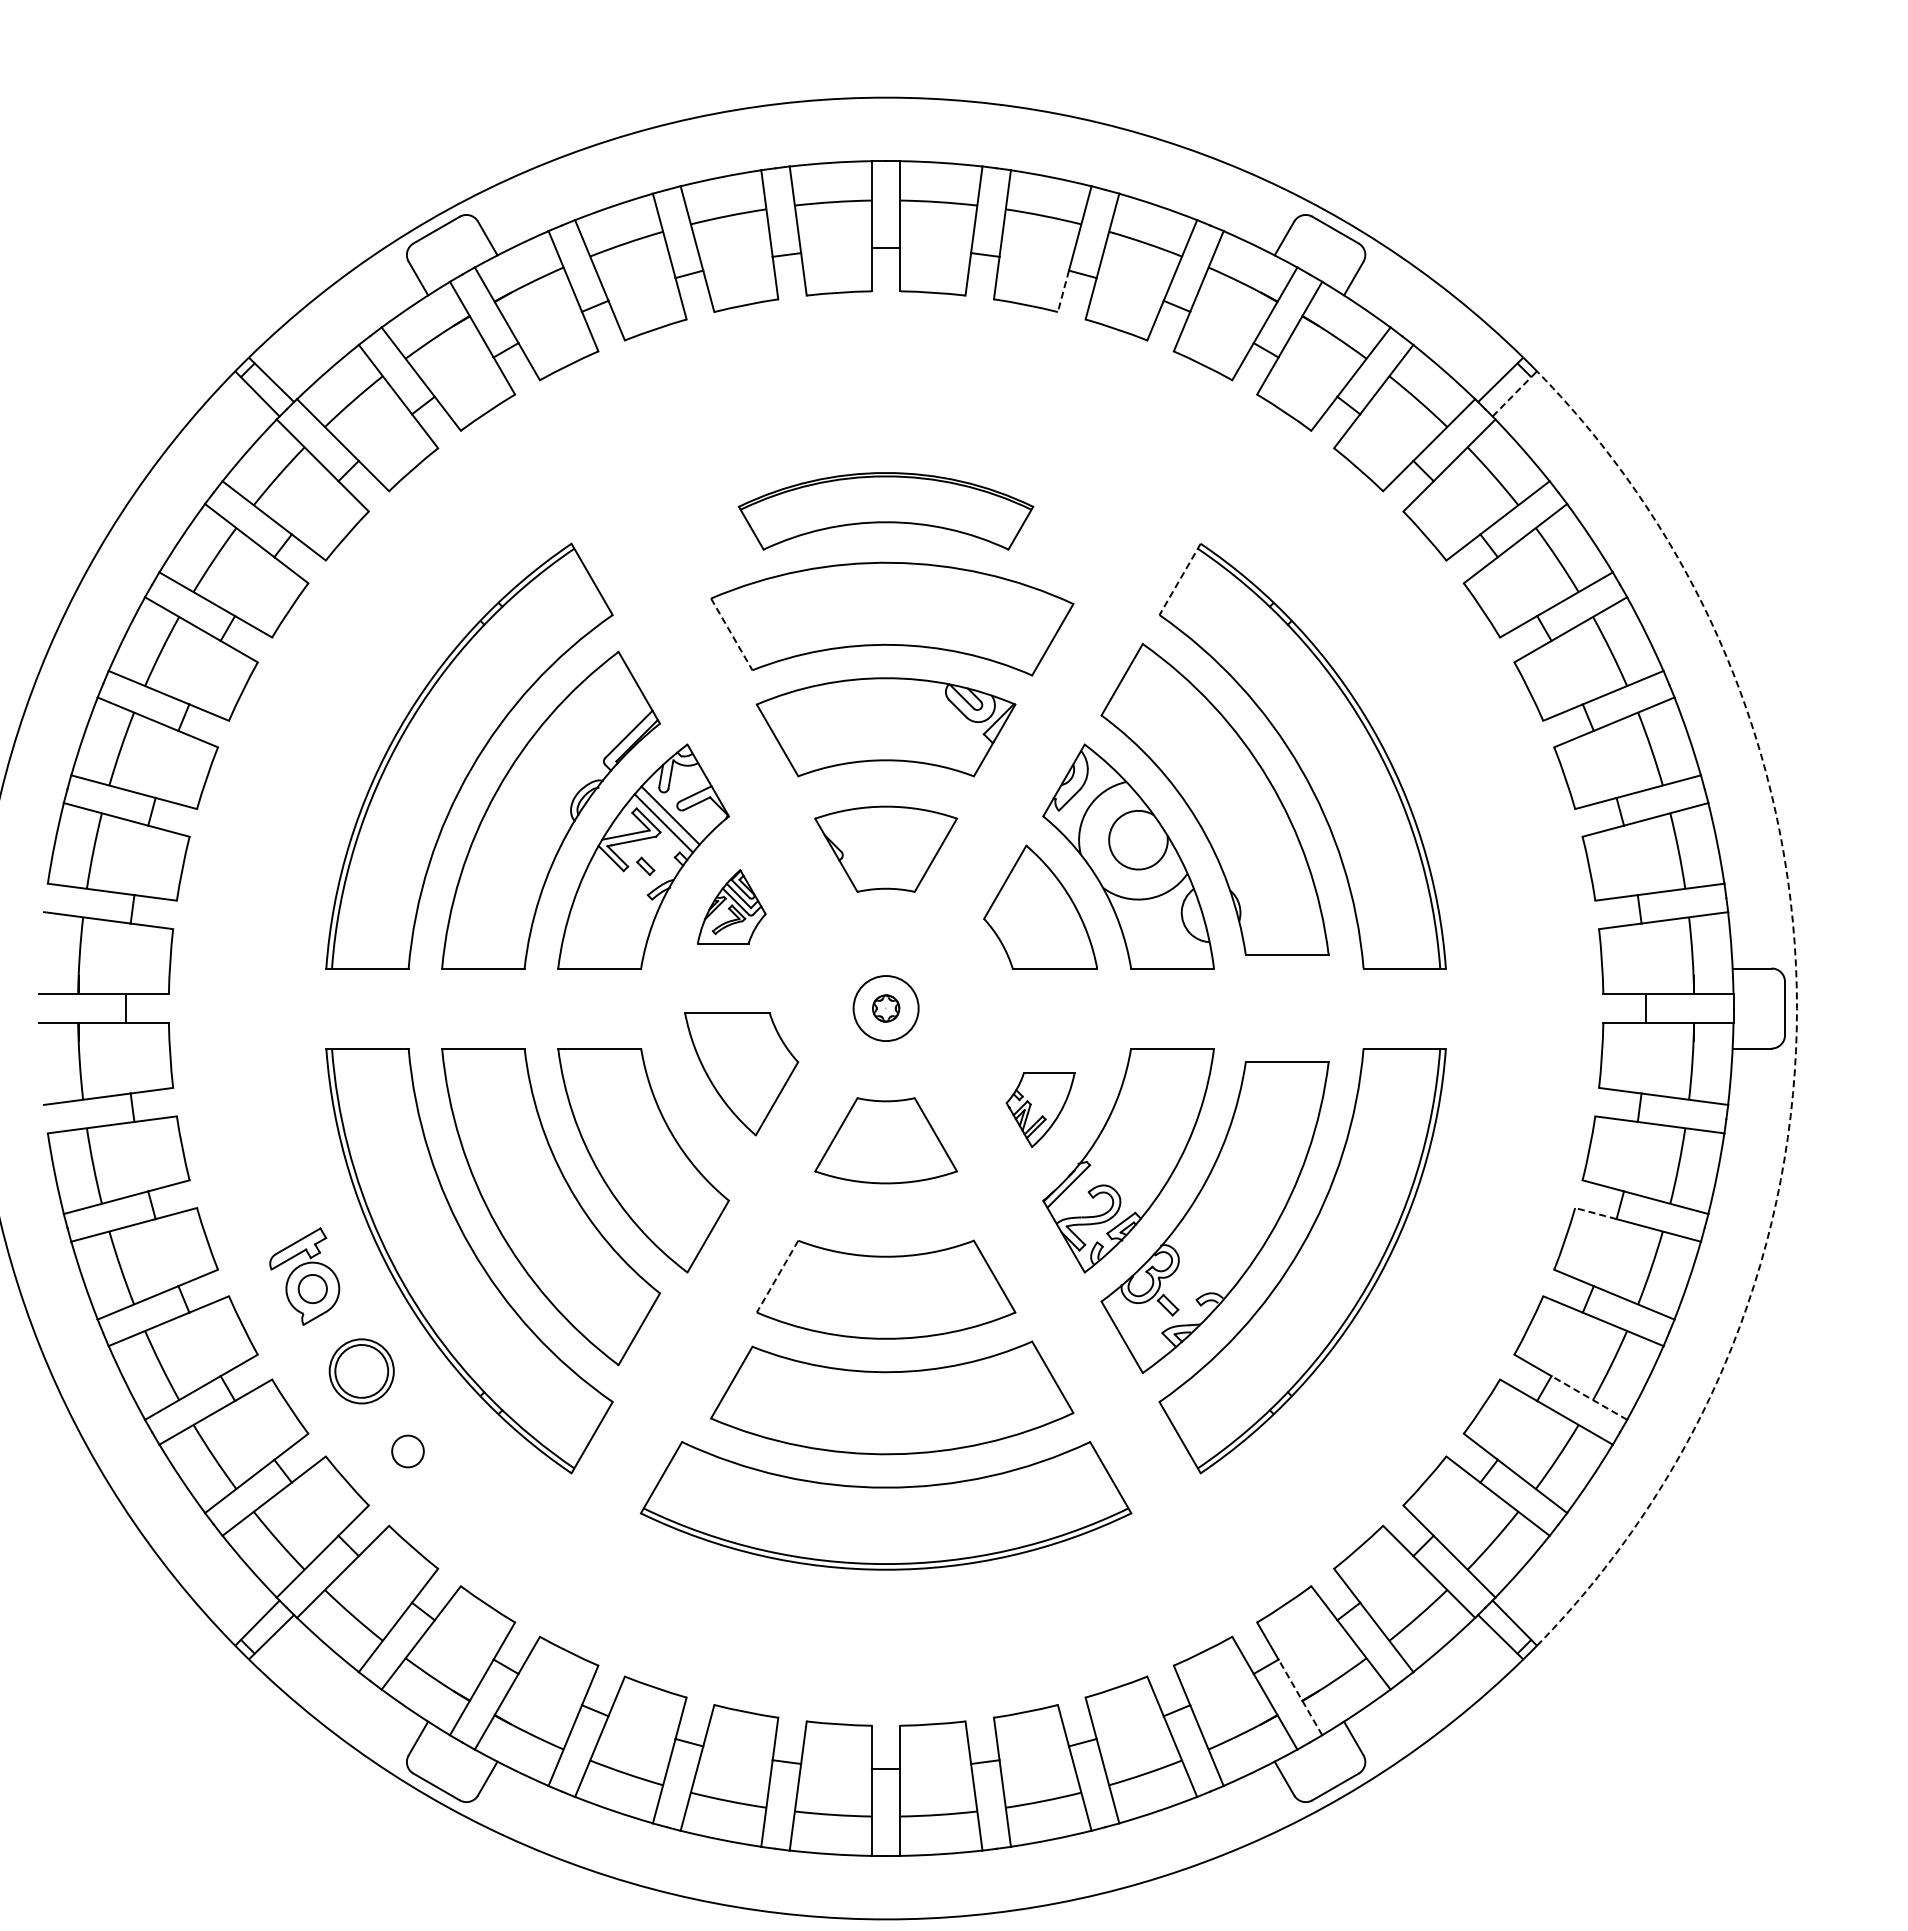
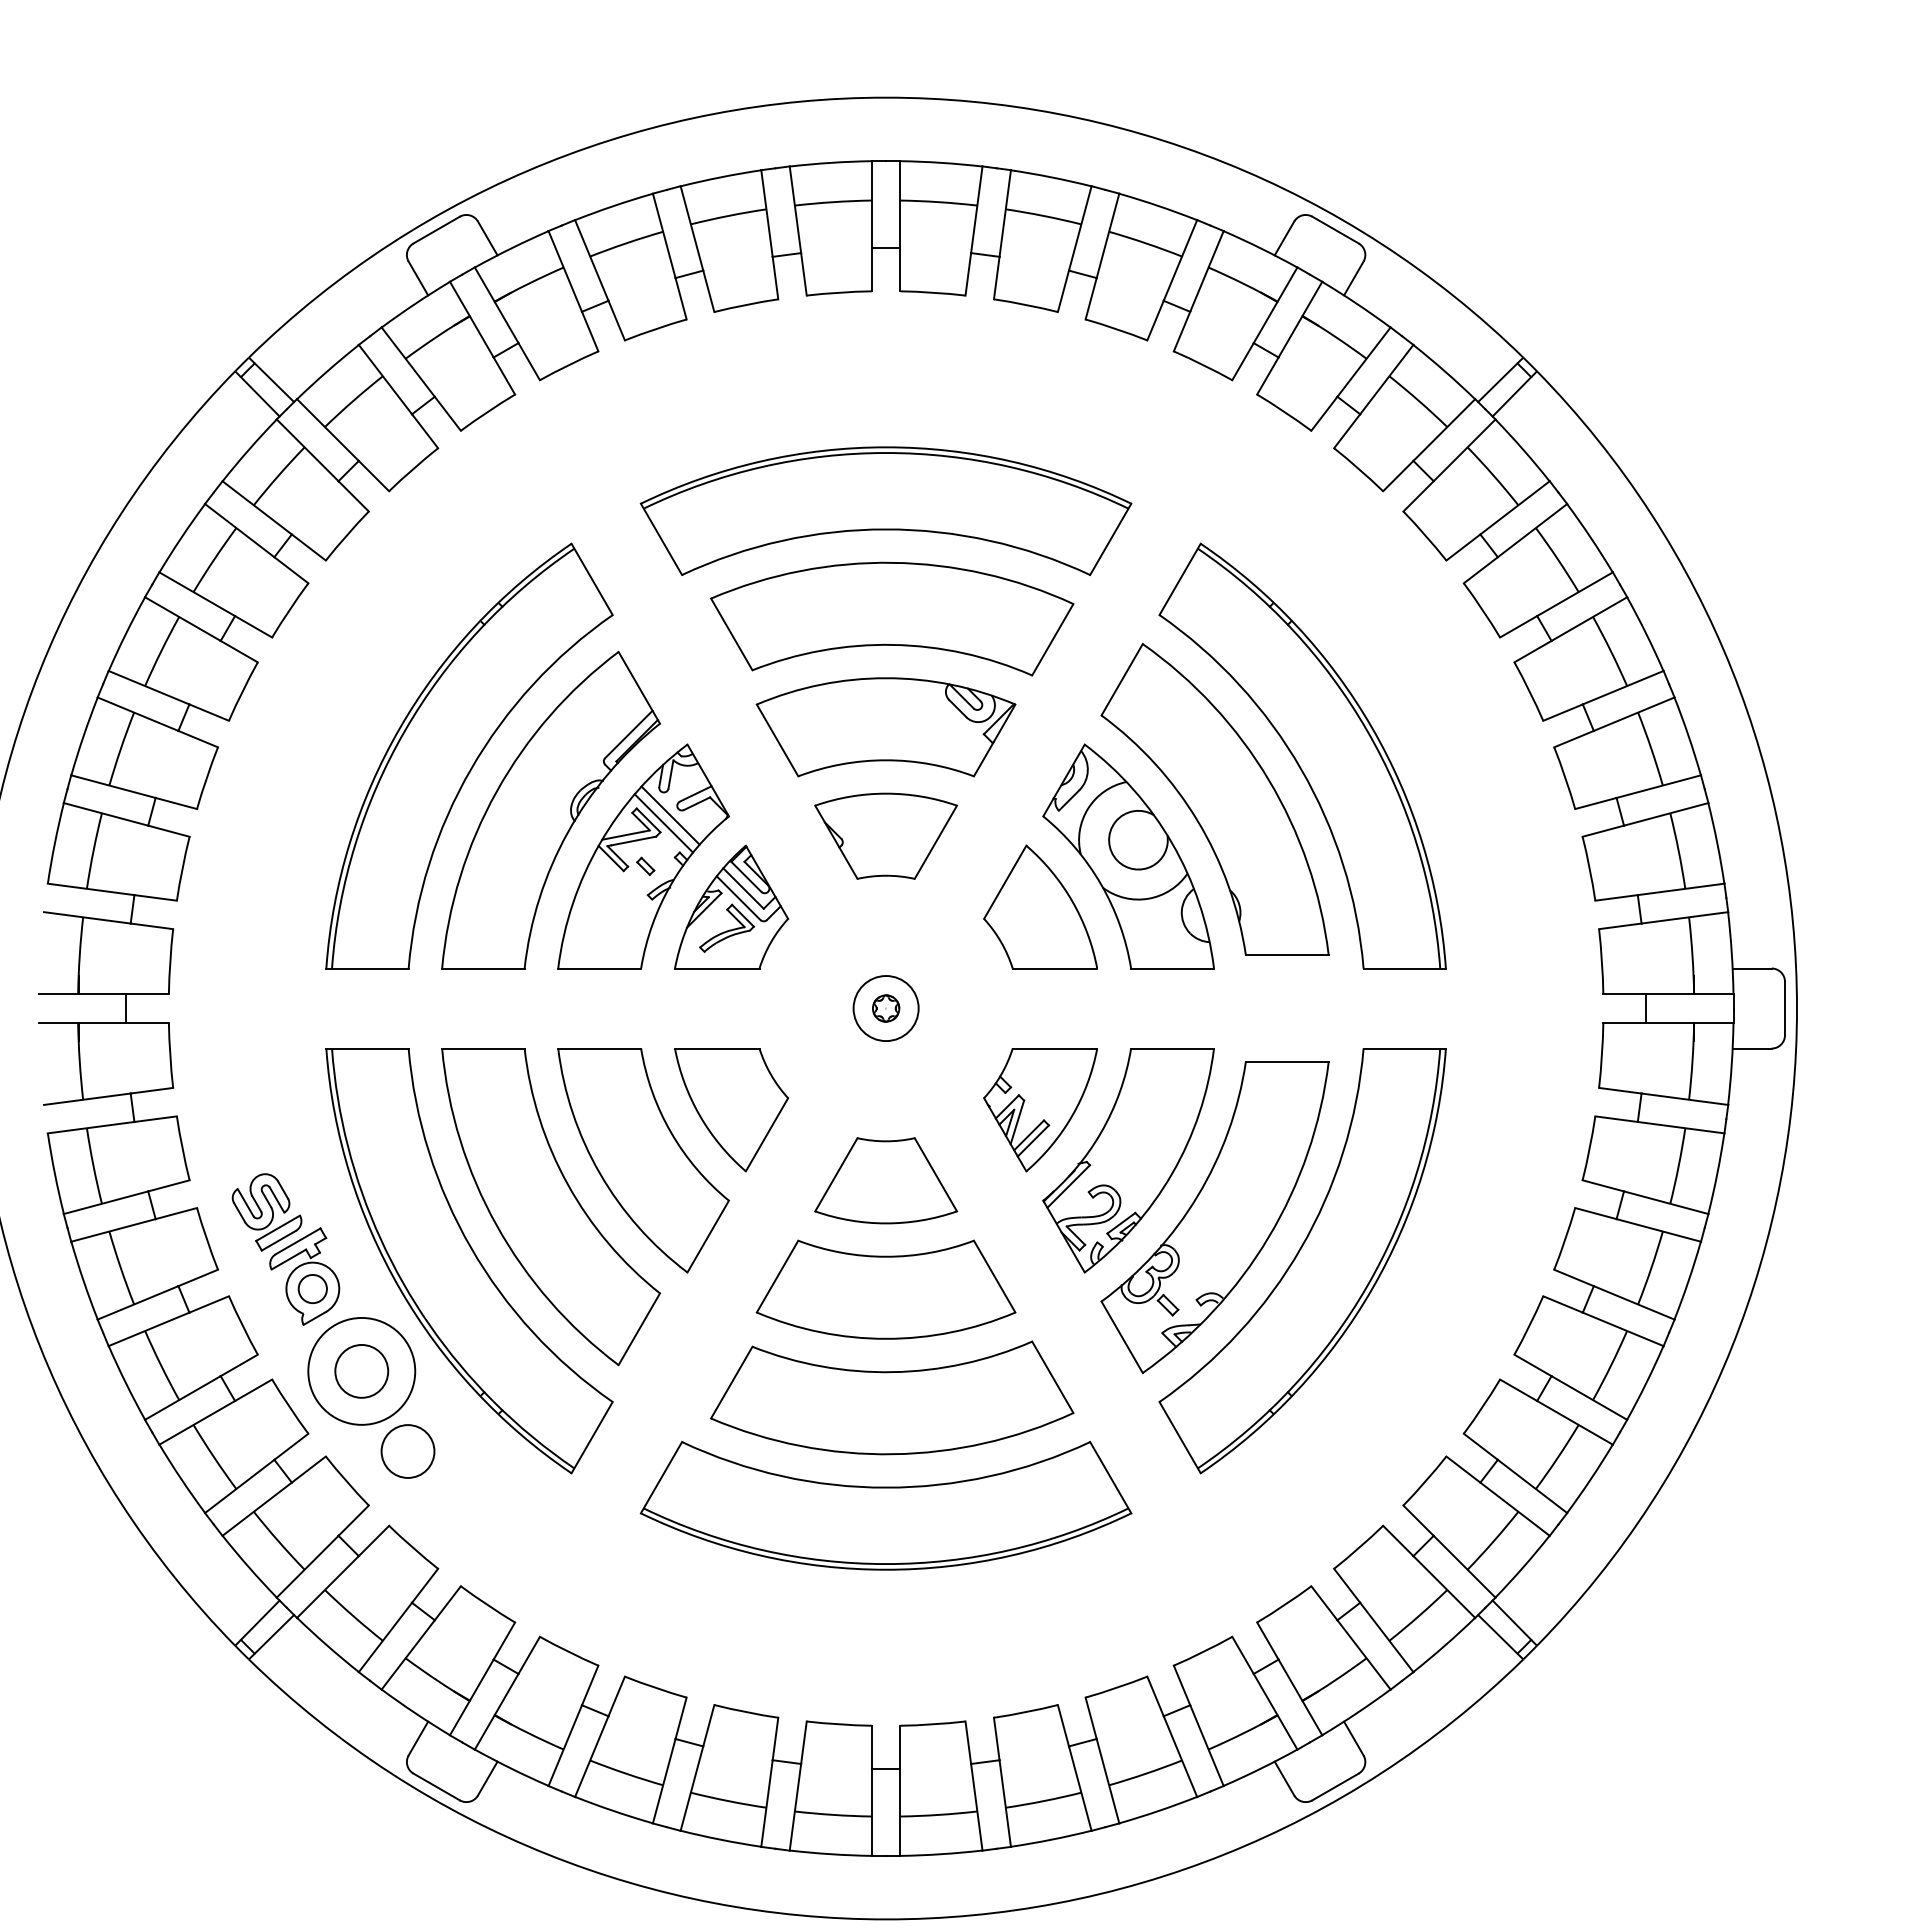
line at (1063, 291): dashed -> solid
line at (1511, 396): dashed -> solid
part at (885, 511) size: 298x79 px -> 494x131 px
line at (1179, 579): dashed -> solid
line at (732, 634): dashed -> solid
part at (886, 848) position: (886, 848) -> (886, 835)
part at (731, 906) size: 70x76 px -> 116x126 px
arc at (1797, 1008): dashed -> solid
part at (741, 1074) position: (741, 1074) -> (731, 1110)
part at (1040, 1109) size: 71x76 px -> 115x125 px
part at (886, 1140) position: (886, 1140) -> (886, 1180)
part at (266, 1212): none -> present
line at (1595, 1213): dashed -> solid
line at (777, 1277): dashed -> solid
circle at (361, 1371) diameter: 64 px -> 107 px
line at (1589, 1398): dashed -> solid
circle at (407, 1451) diameter: 32 px -> 53 px
line at (1300, 1697): dashed -> solid
